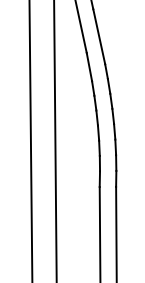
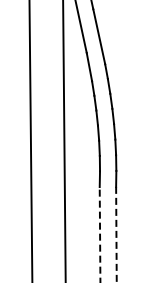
line at (55, 140) position: (55, 140) -> (64, 140)
line at (100, 234): solid -> dashed
line at (116, 234): solid -> dashed
